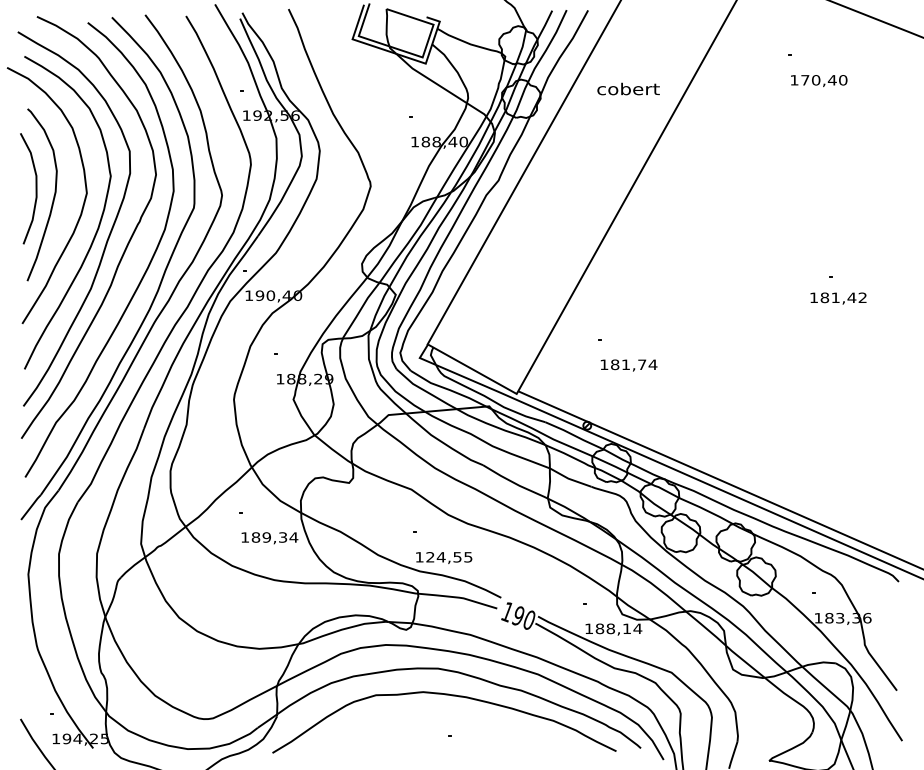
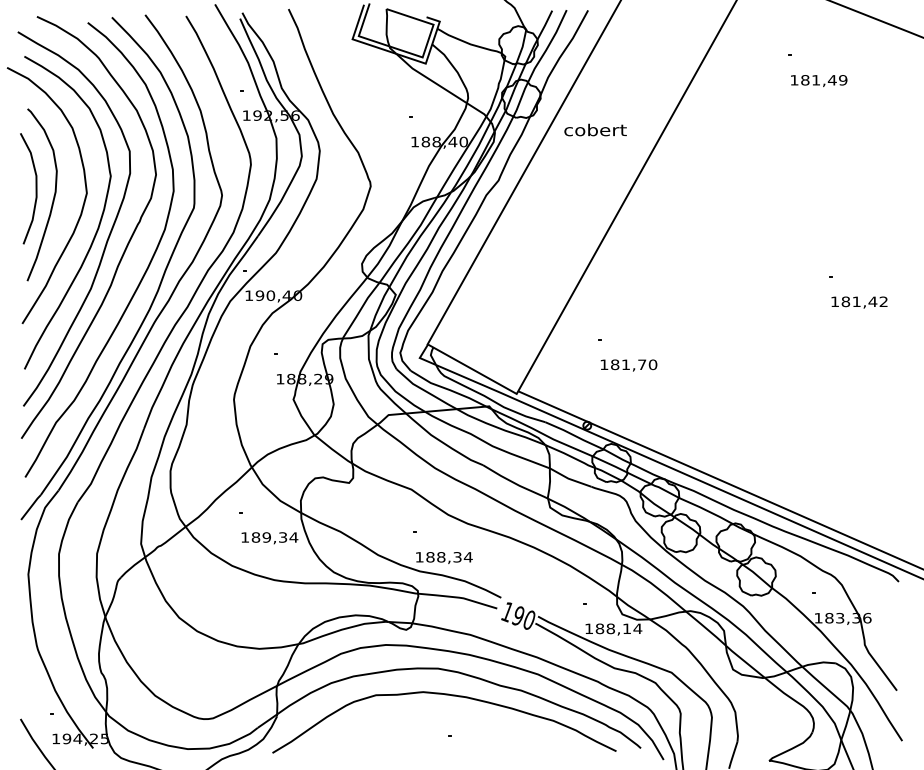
text at (824, 80): 170,40 -> 181,49
text at (628, 88) position: (628, 88) -> (595, 129)
text at (838, 298) position: (838, 298) -> (859, 302)
text at (652, 364): 181,74 -> 181,70
text at (449, 557): 124,55 -> 188,34
